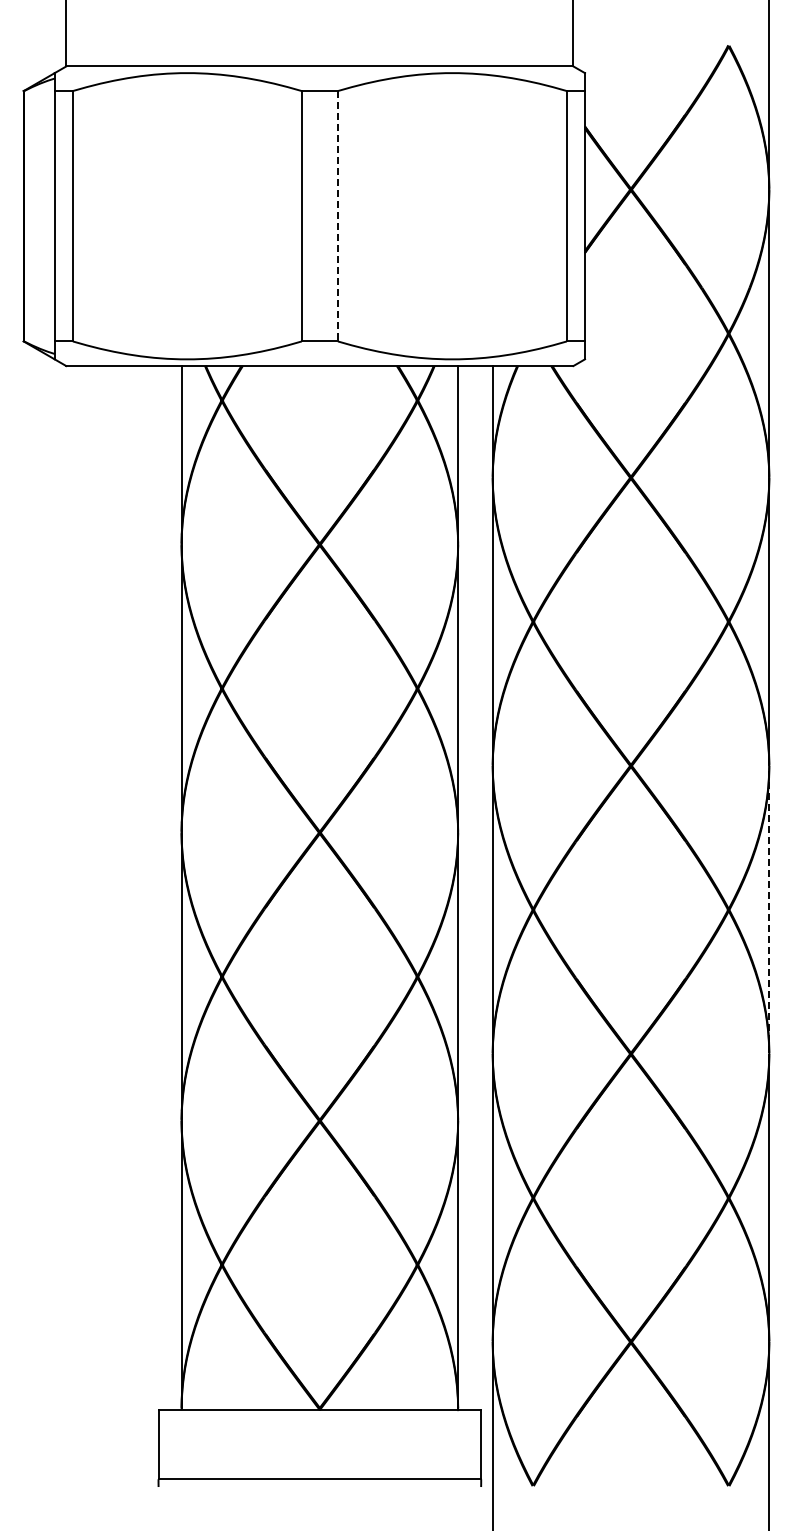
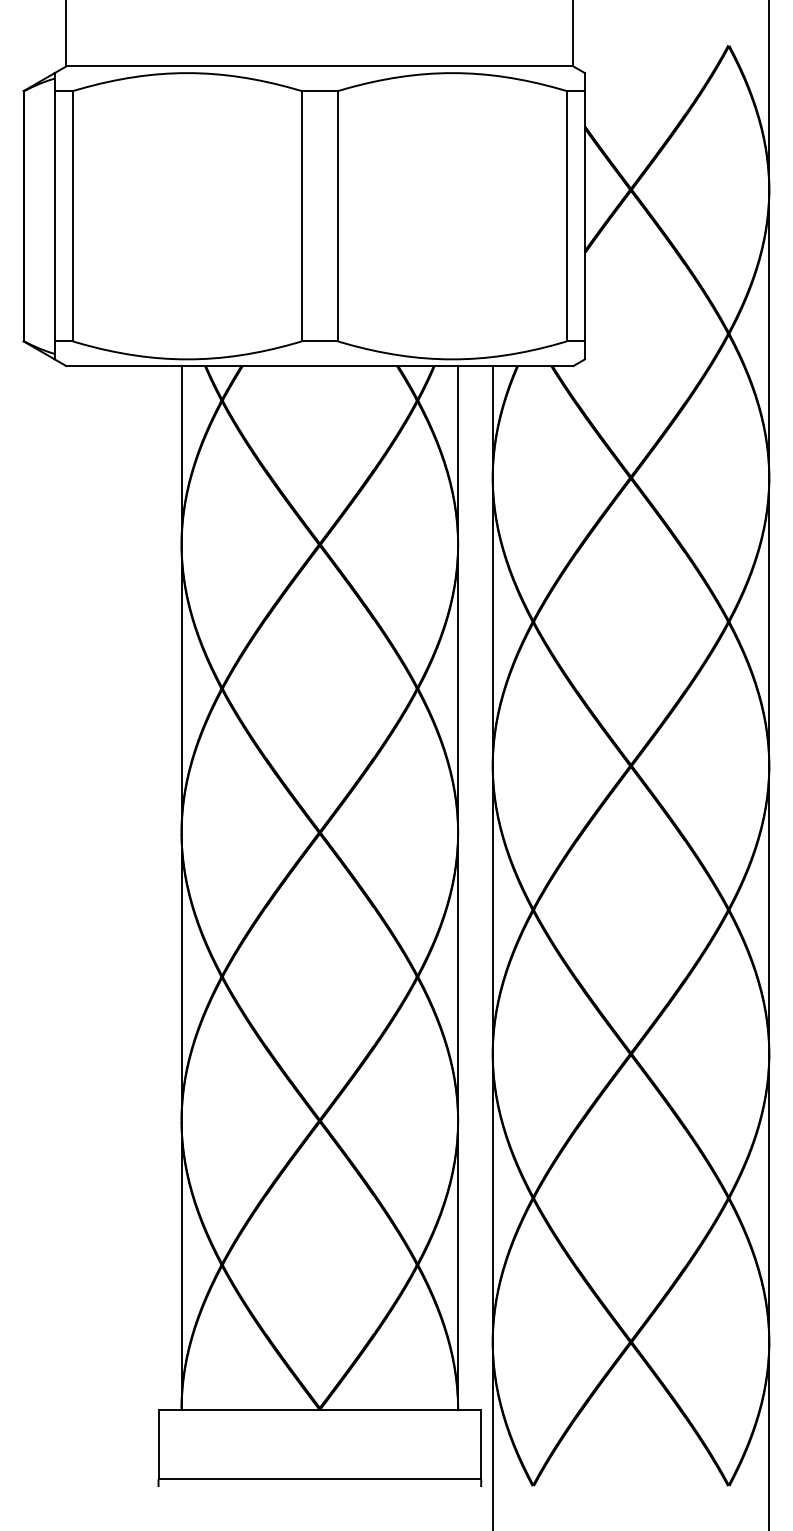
line at (337, 216): dashed -> solid
line at (769, 910): dashed -> solid
